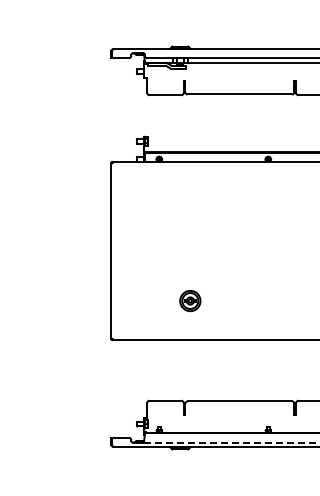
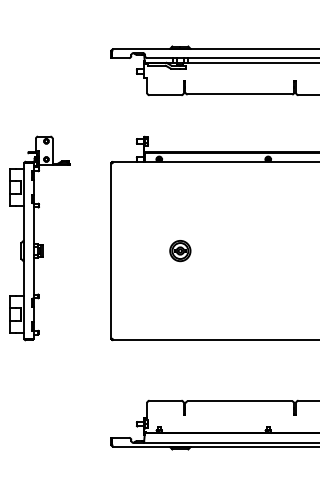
part at (39, 238): none -> present
part at (190, 301) position: (190, 301) -> (180, 251)
line at (232, 442): dashed -> solid
